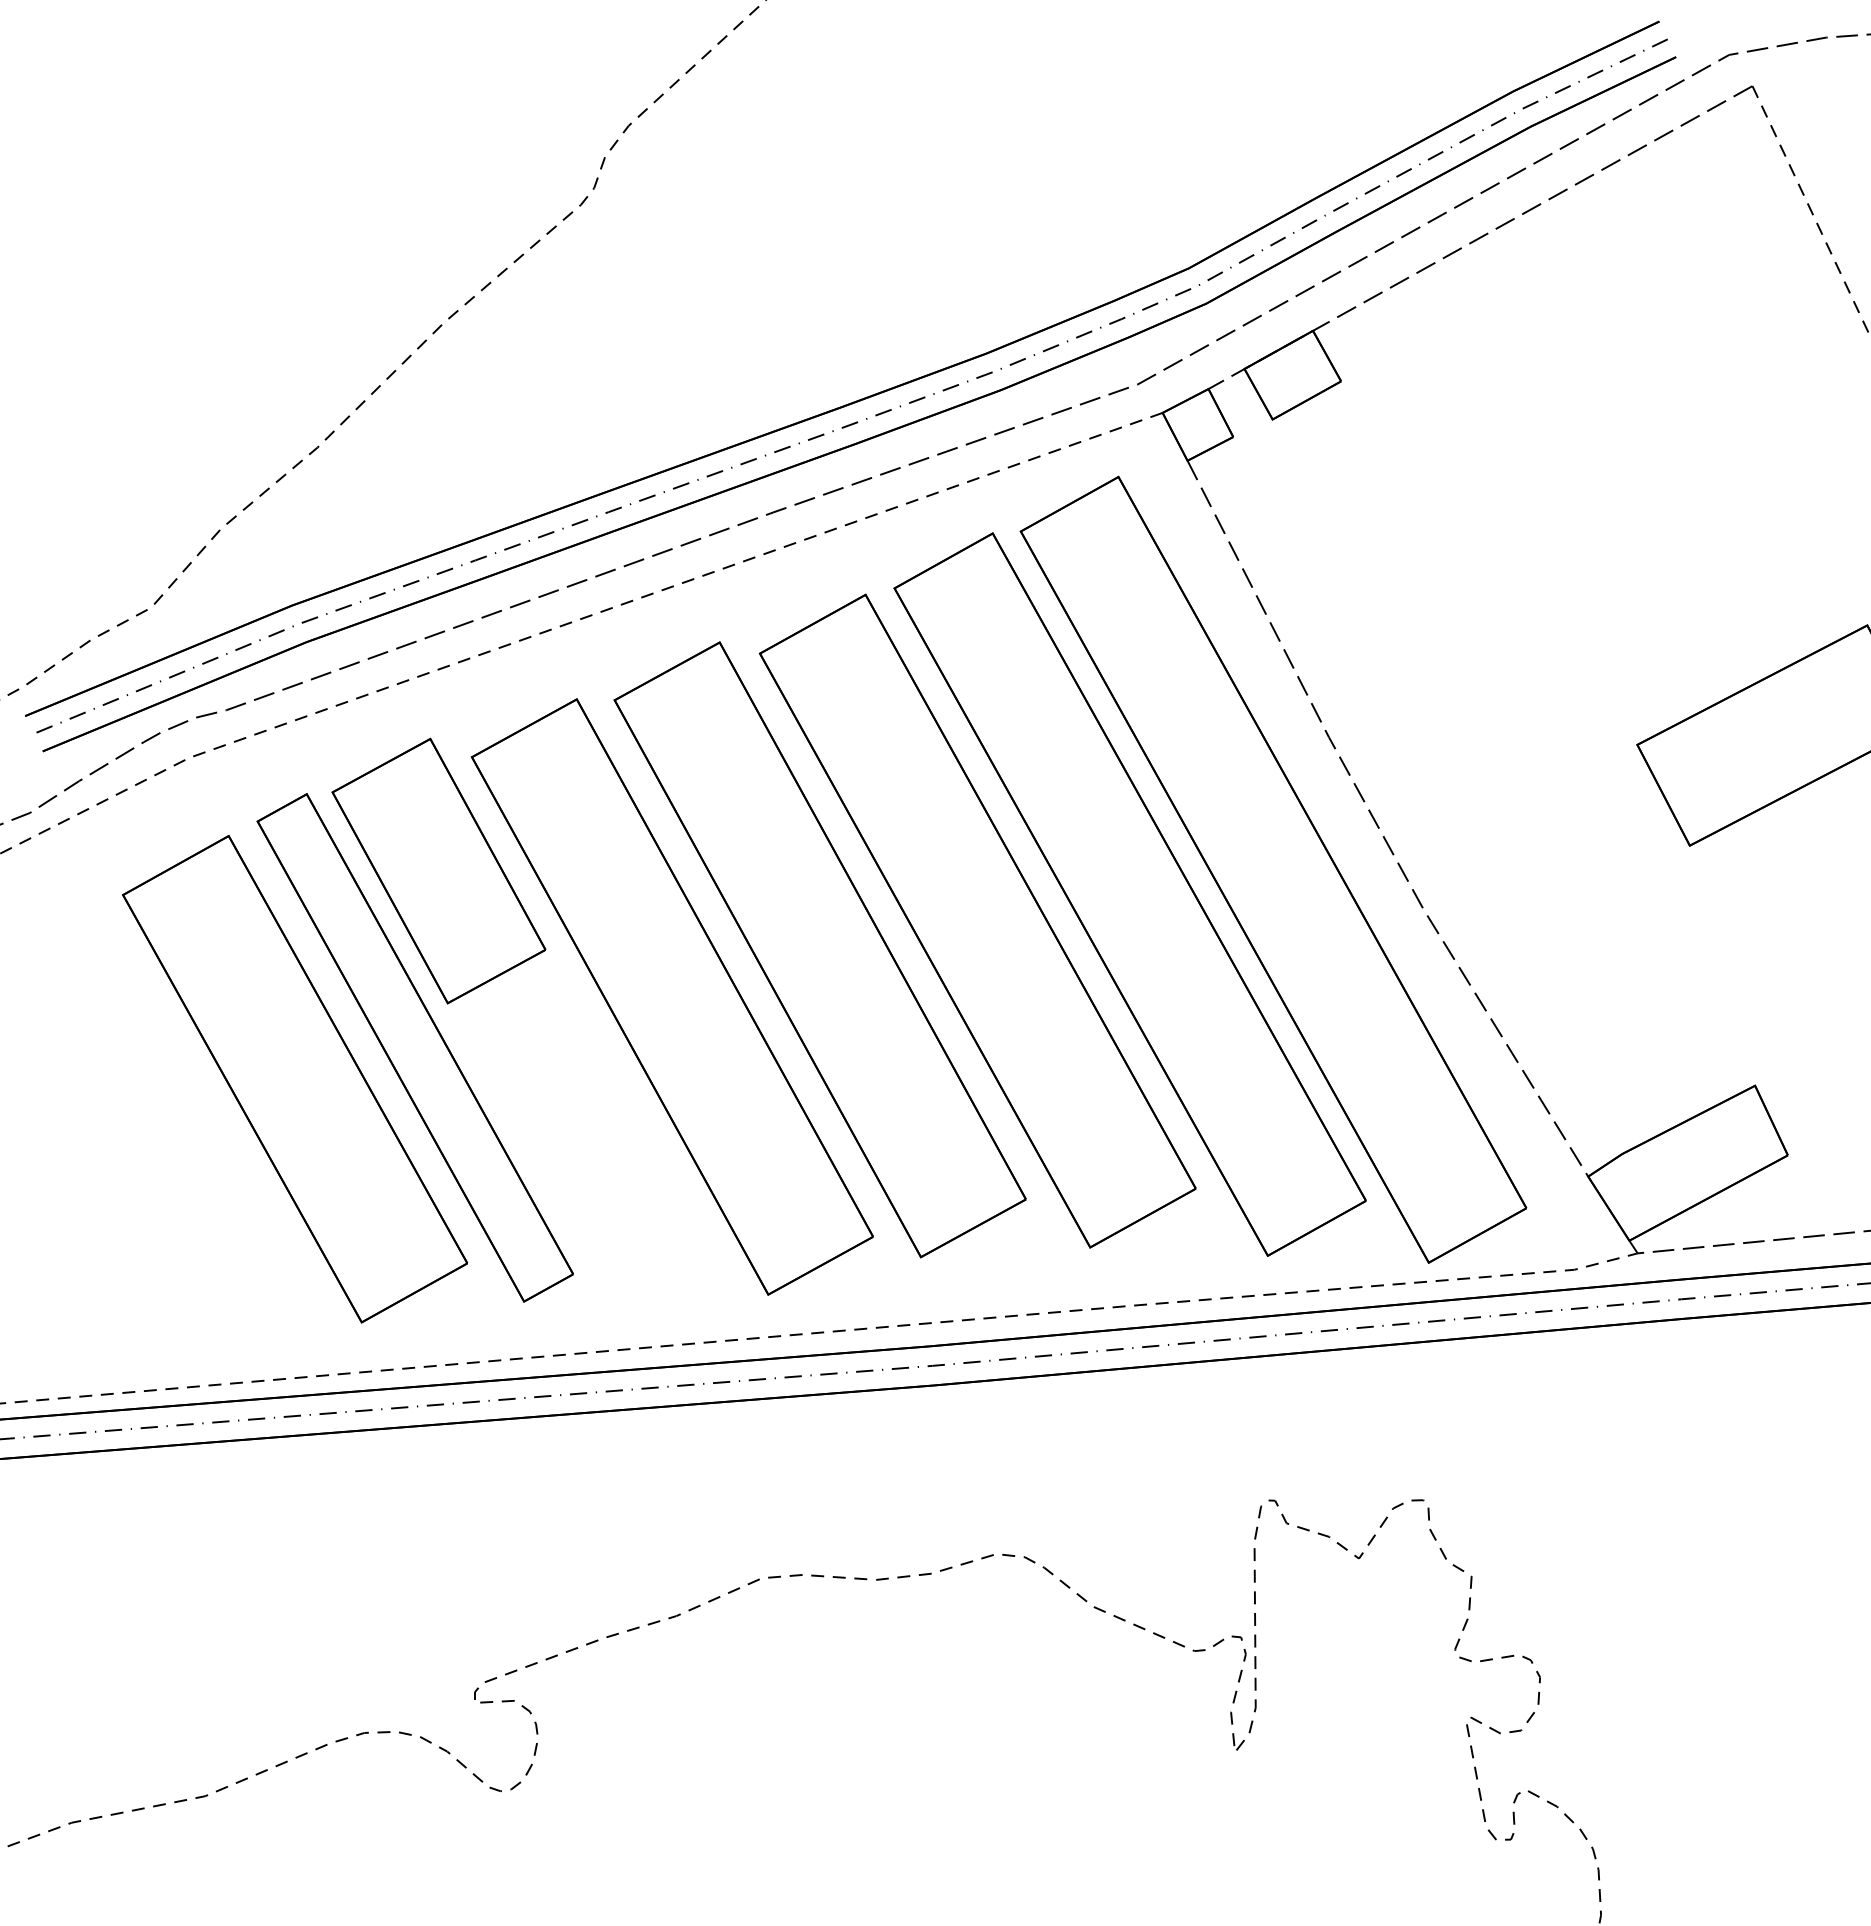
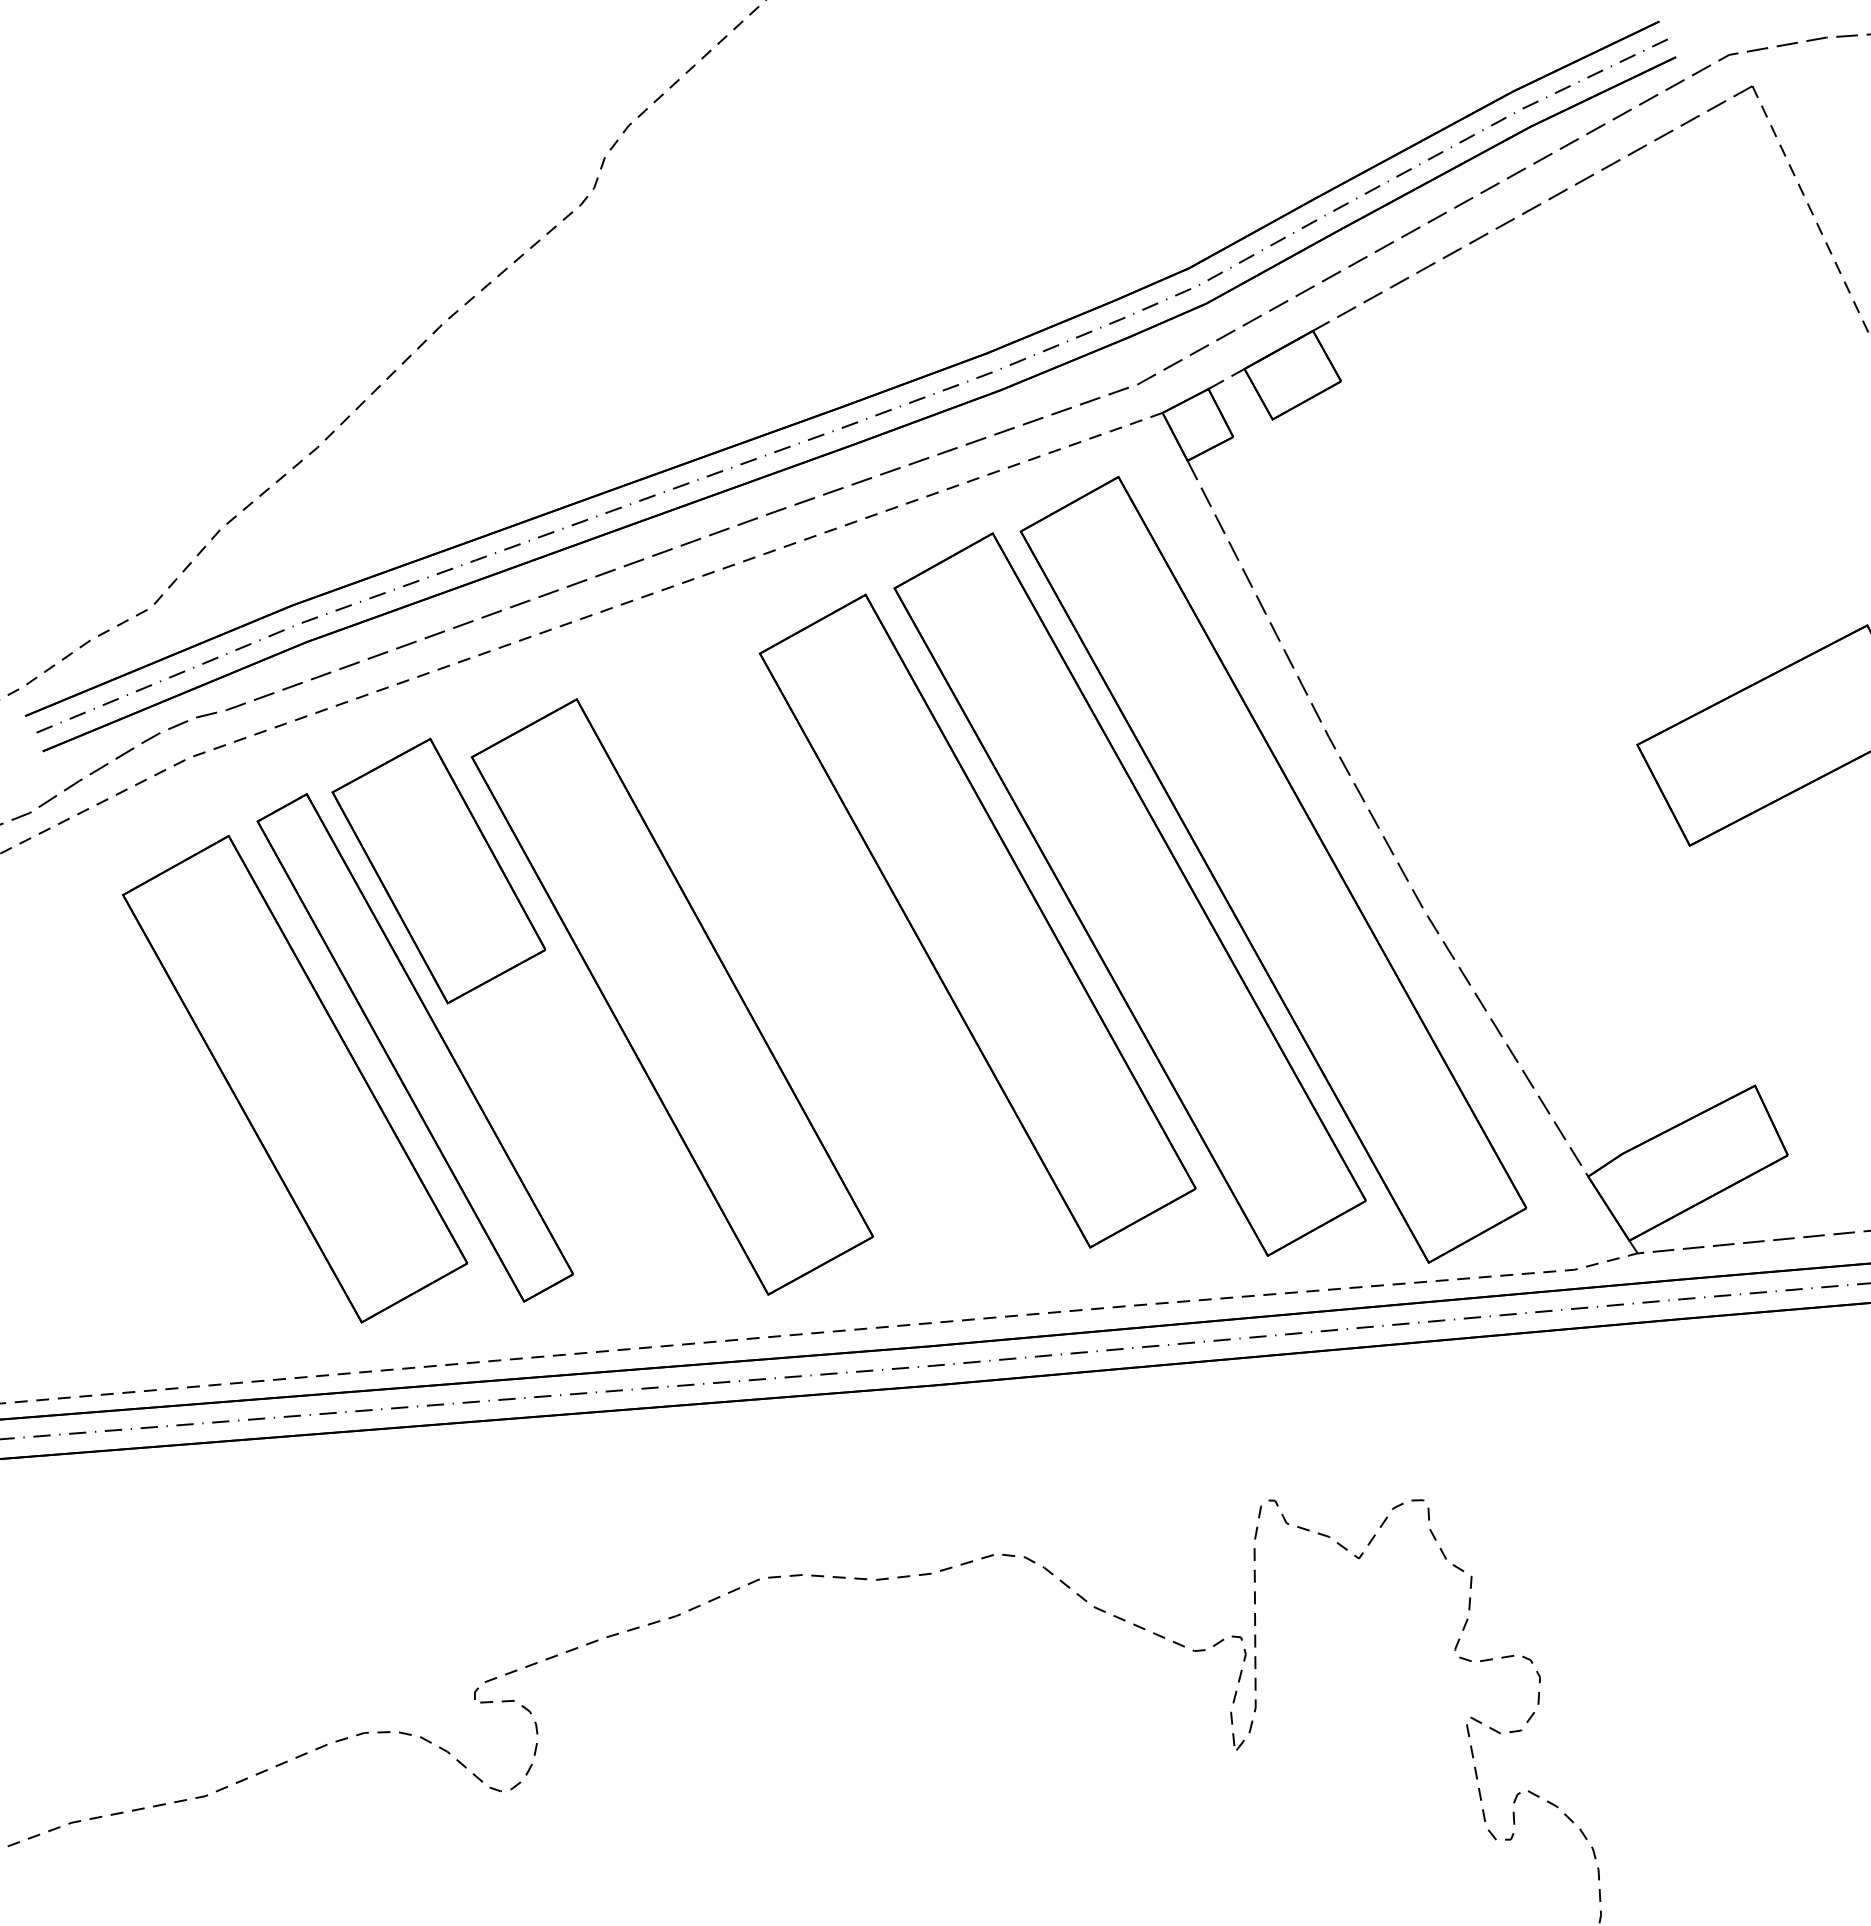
part at (819, 949): present -> none
